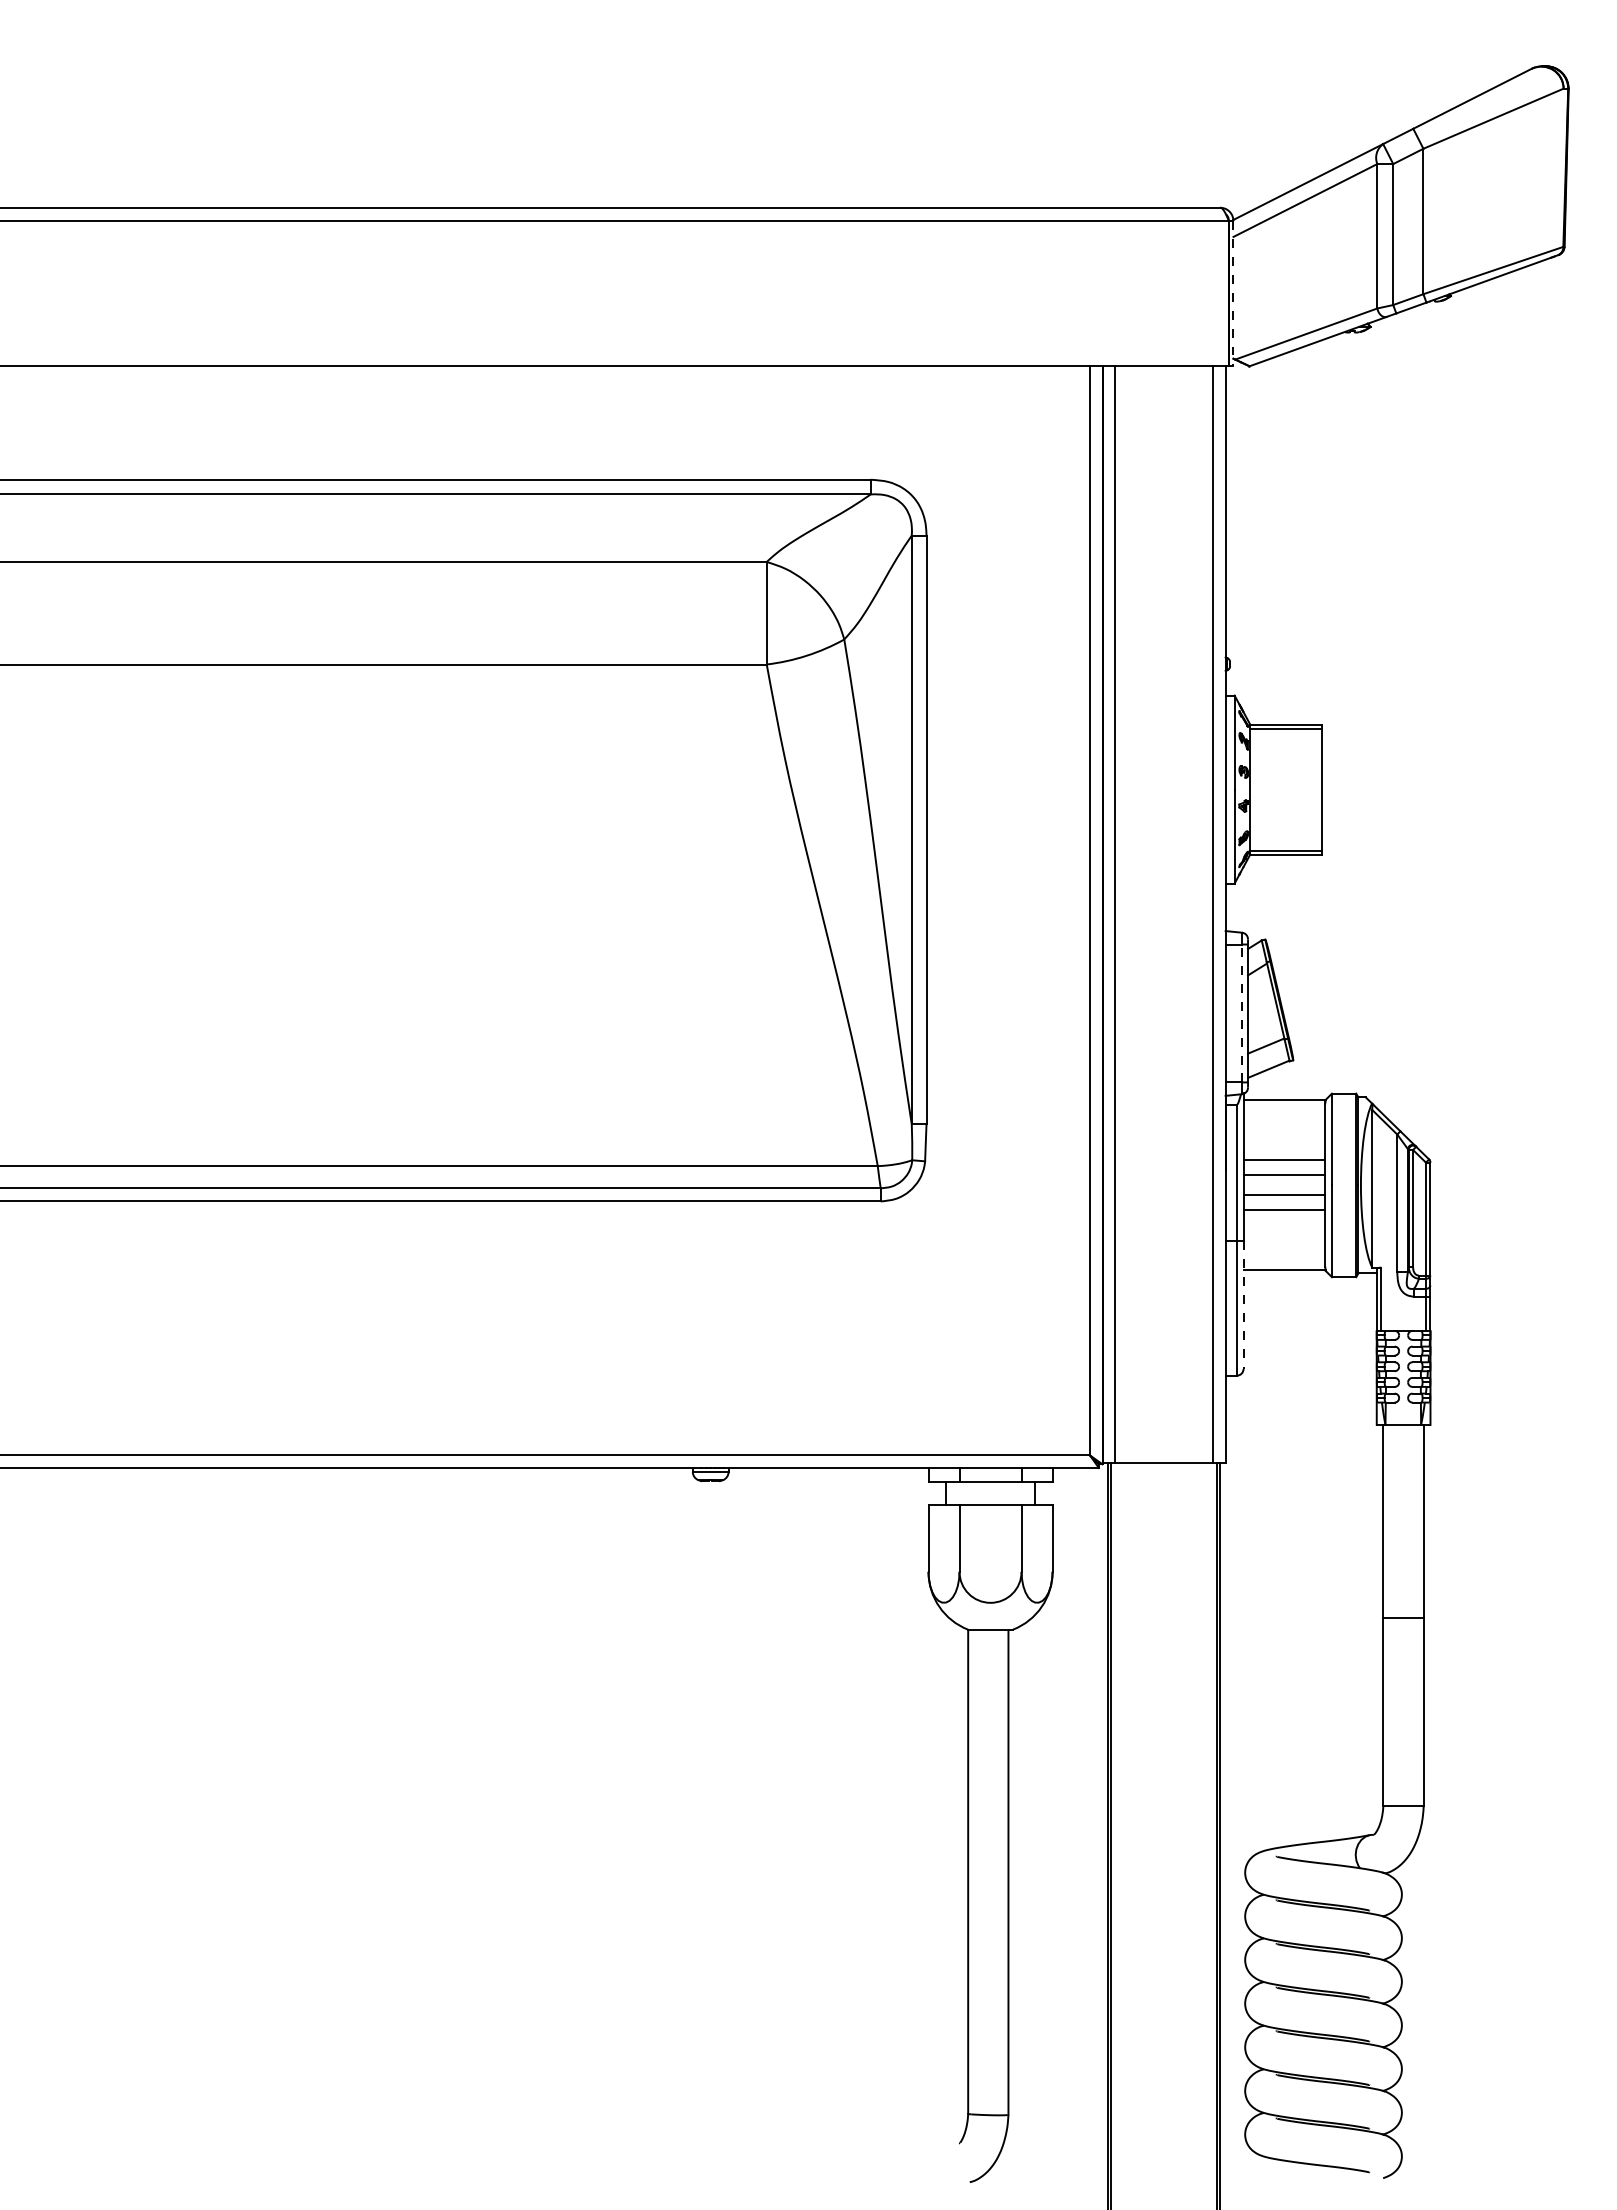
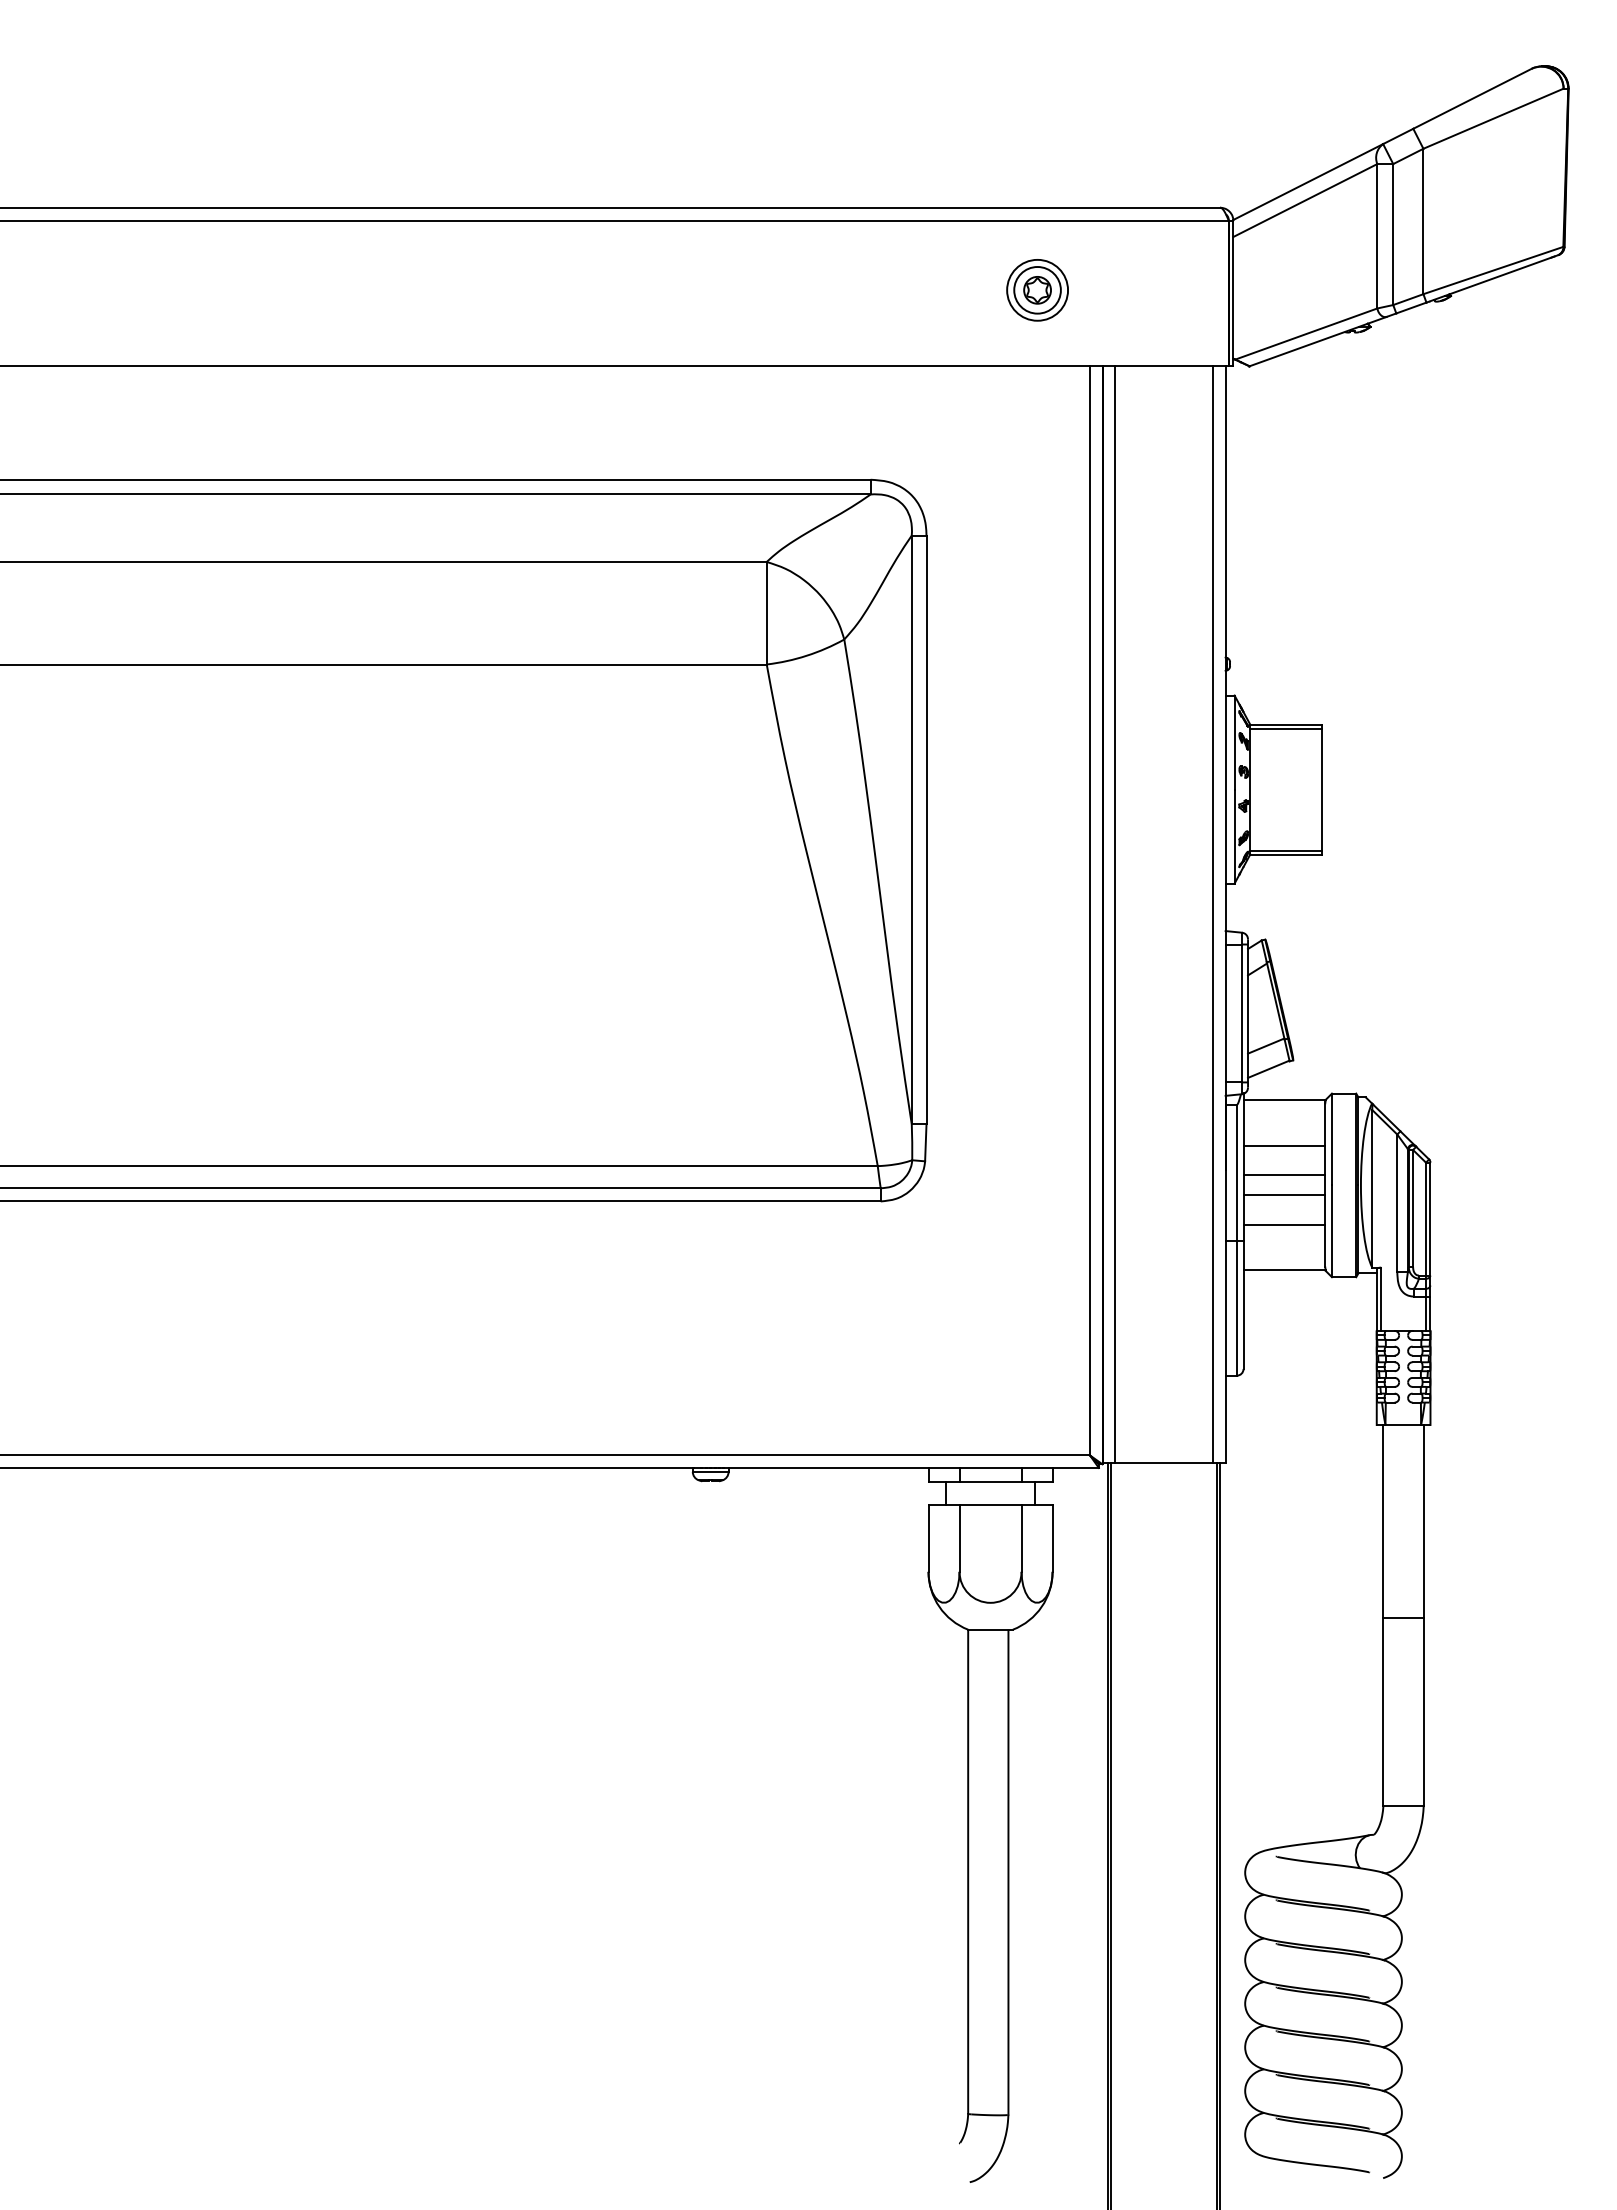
part at (1037, 290): none -> present
line at (1233, 293): dashed -> solid
line at (1241, 1013): dashed -> solid
line at (1284, 1160) position: (1284, 1160) -> (1284, 1146)
line at (1284, 1209) position: (1284, 1209) -> (1284, 1224)
line at (1243, 1305): dashed -> solid
